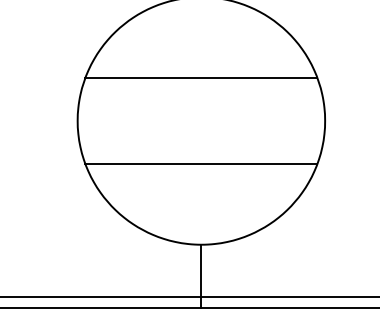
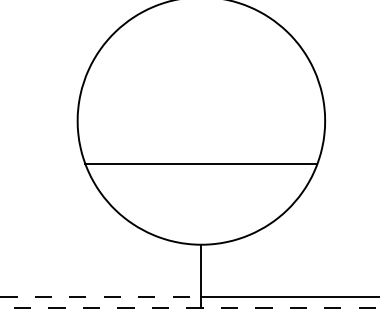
line at (201, 77): present -> none
line at (101, 297): solid -> dashed
line at (189, 307): solid -> dashed
